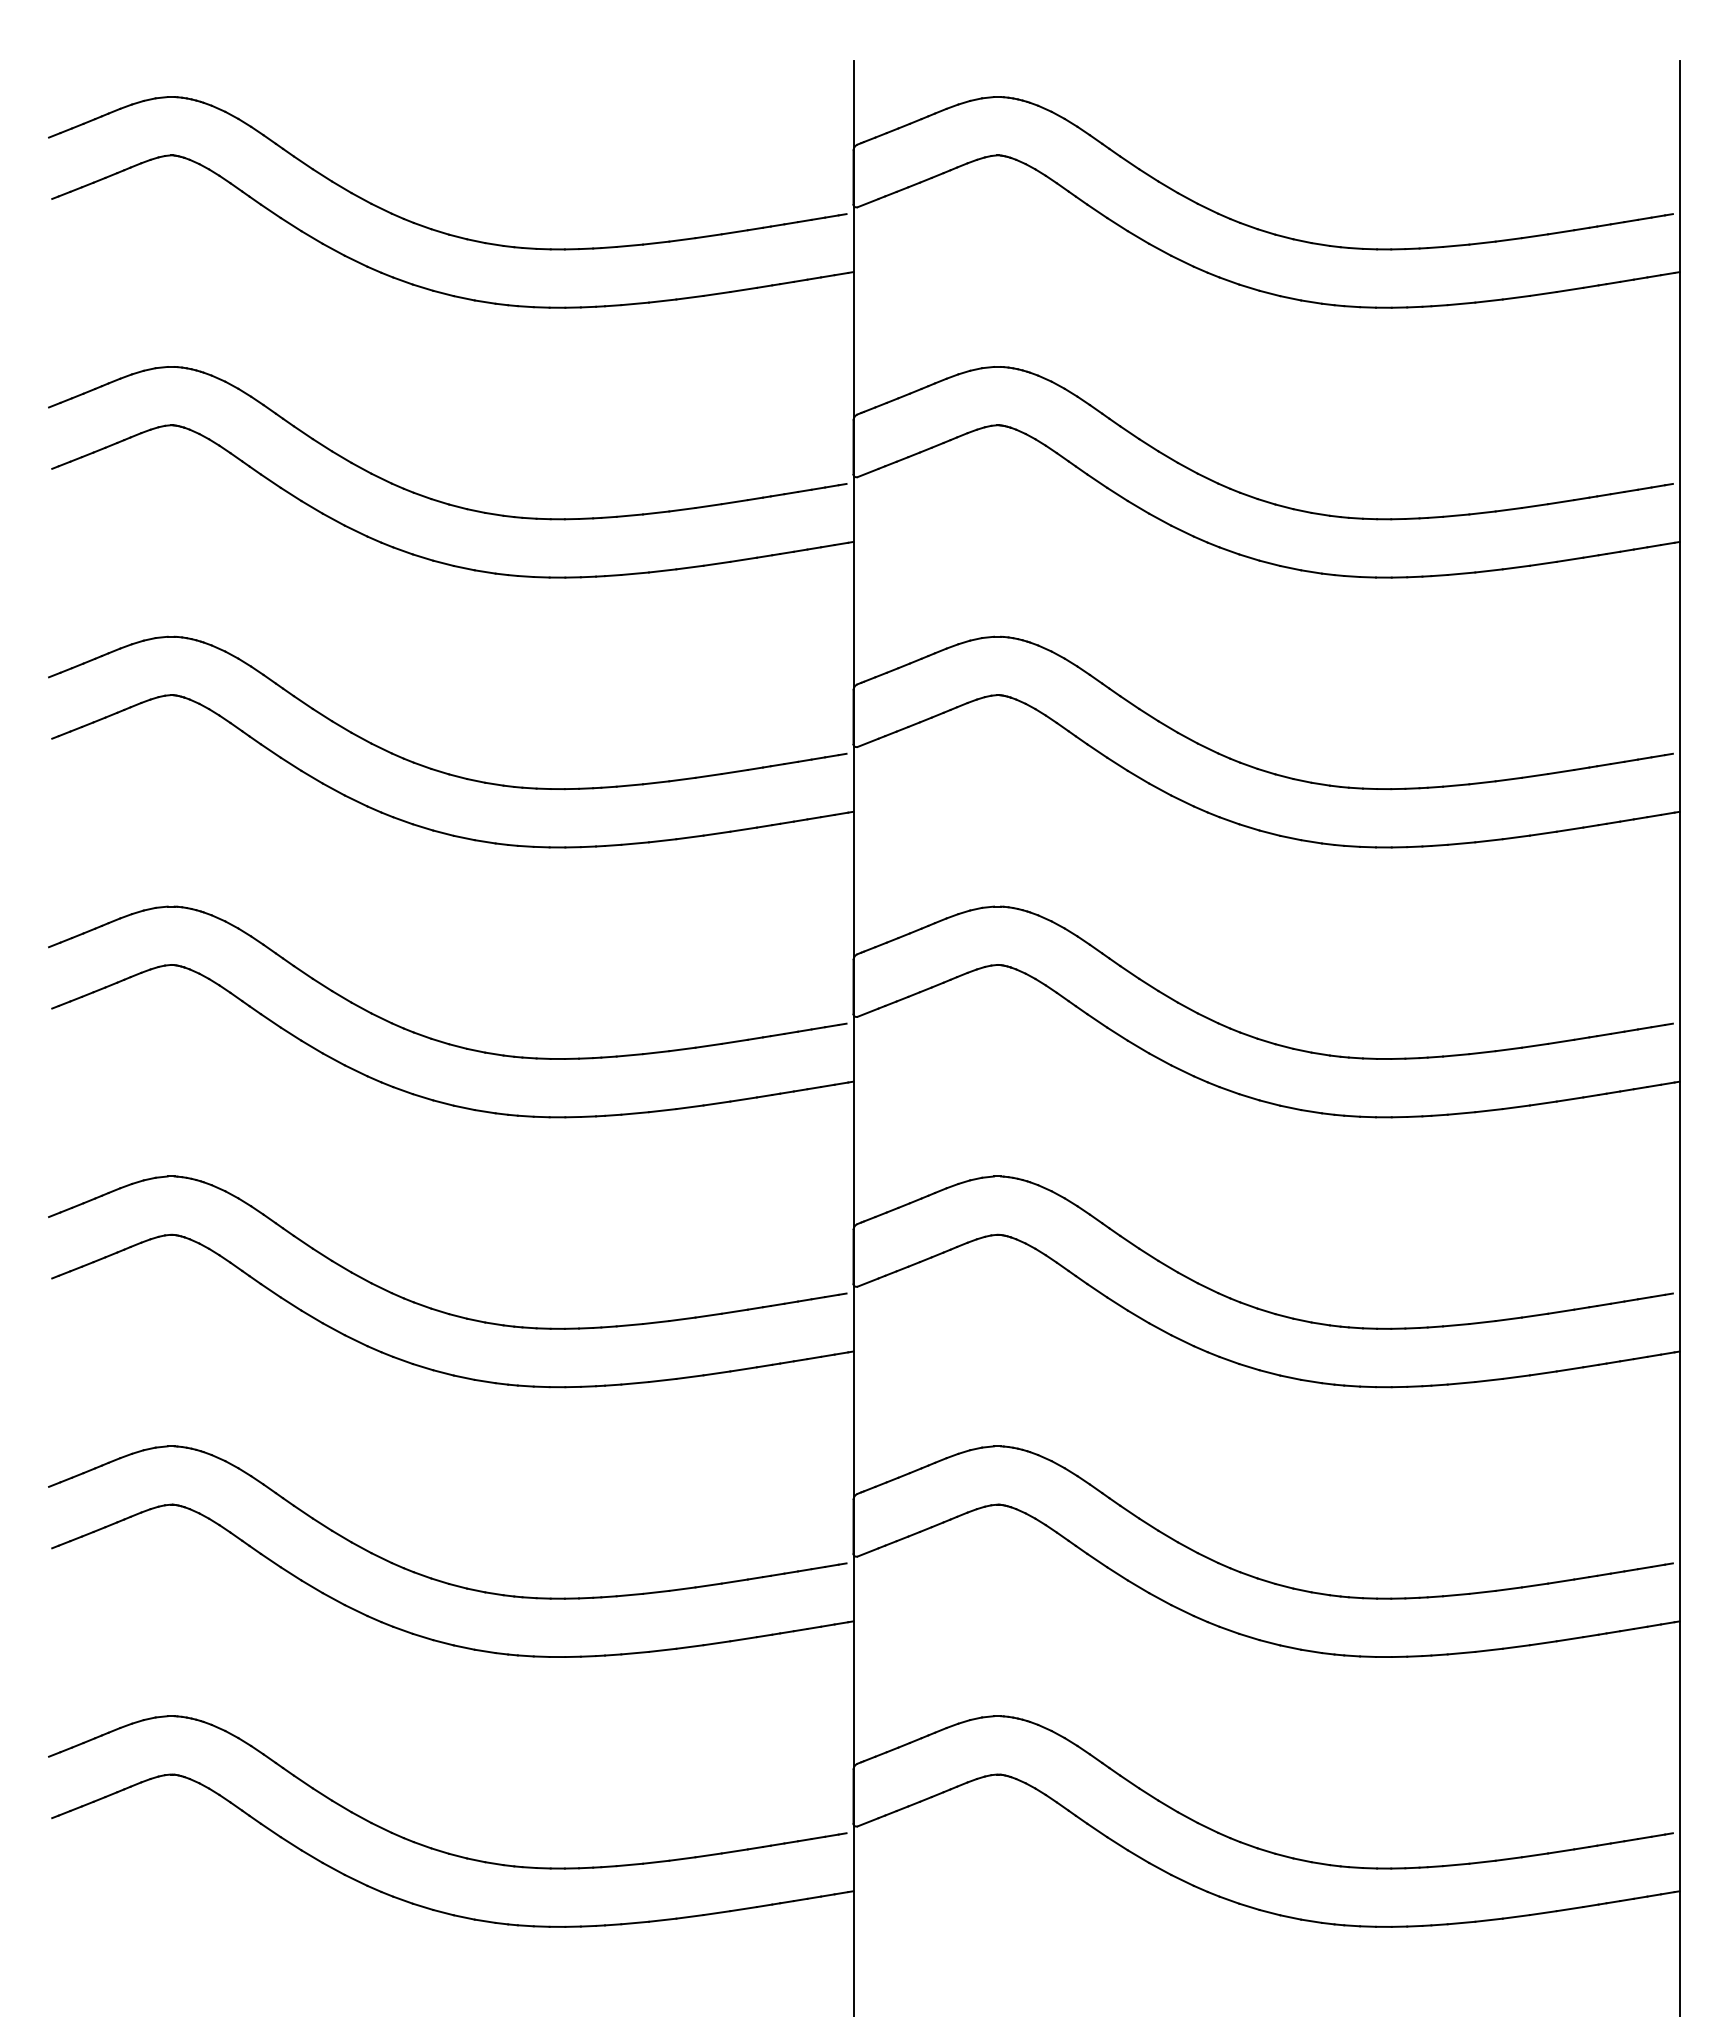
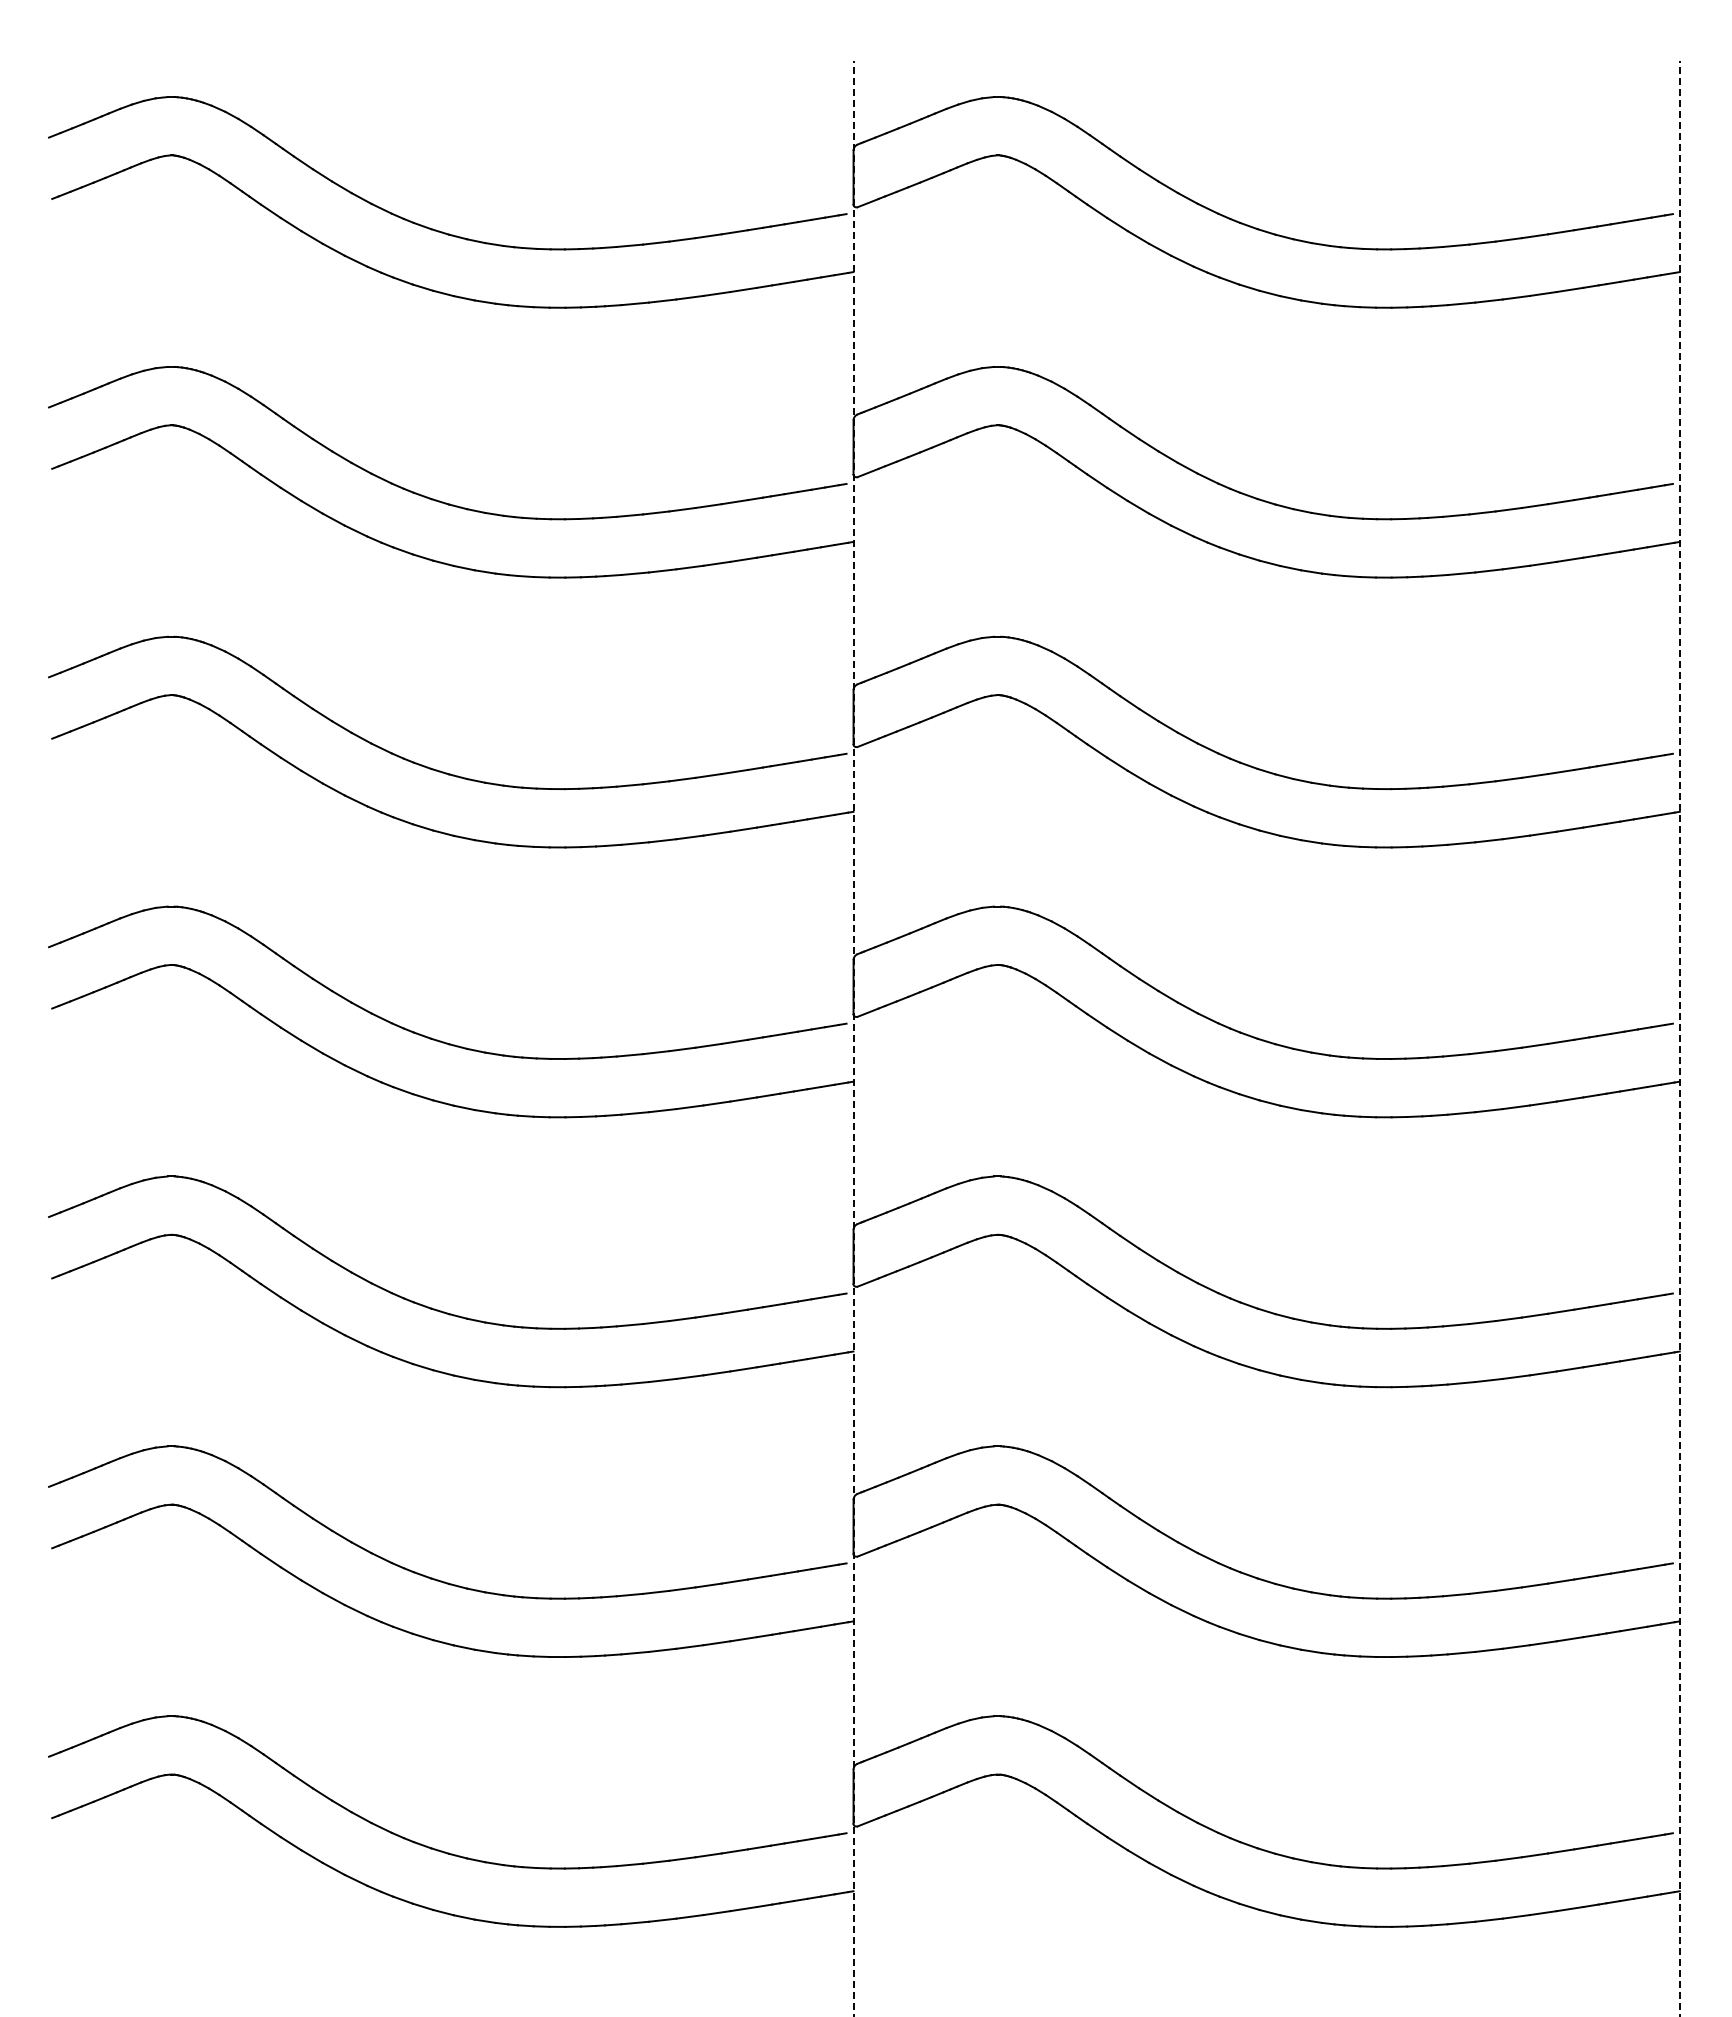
line at (853, 1038): solid -> dashed
line at (1679, 1038): solid -> dashed
